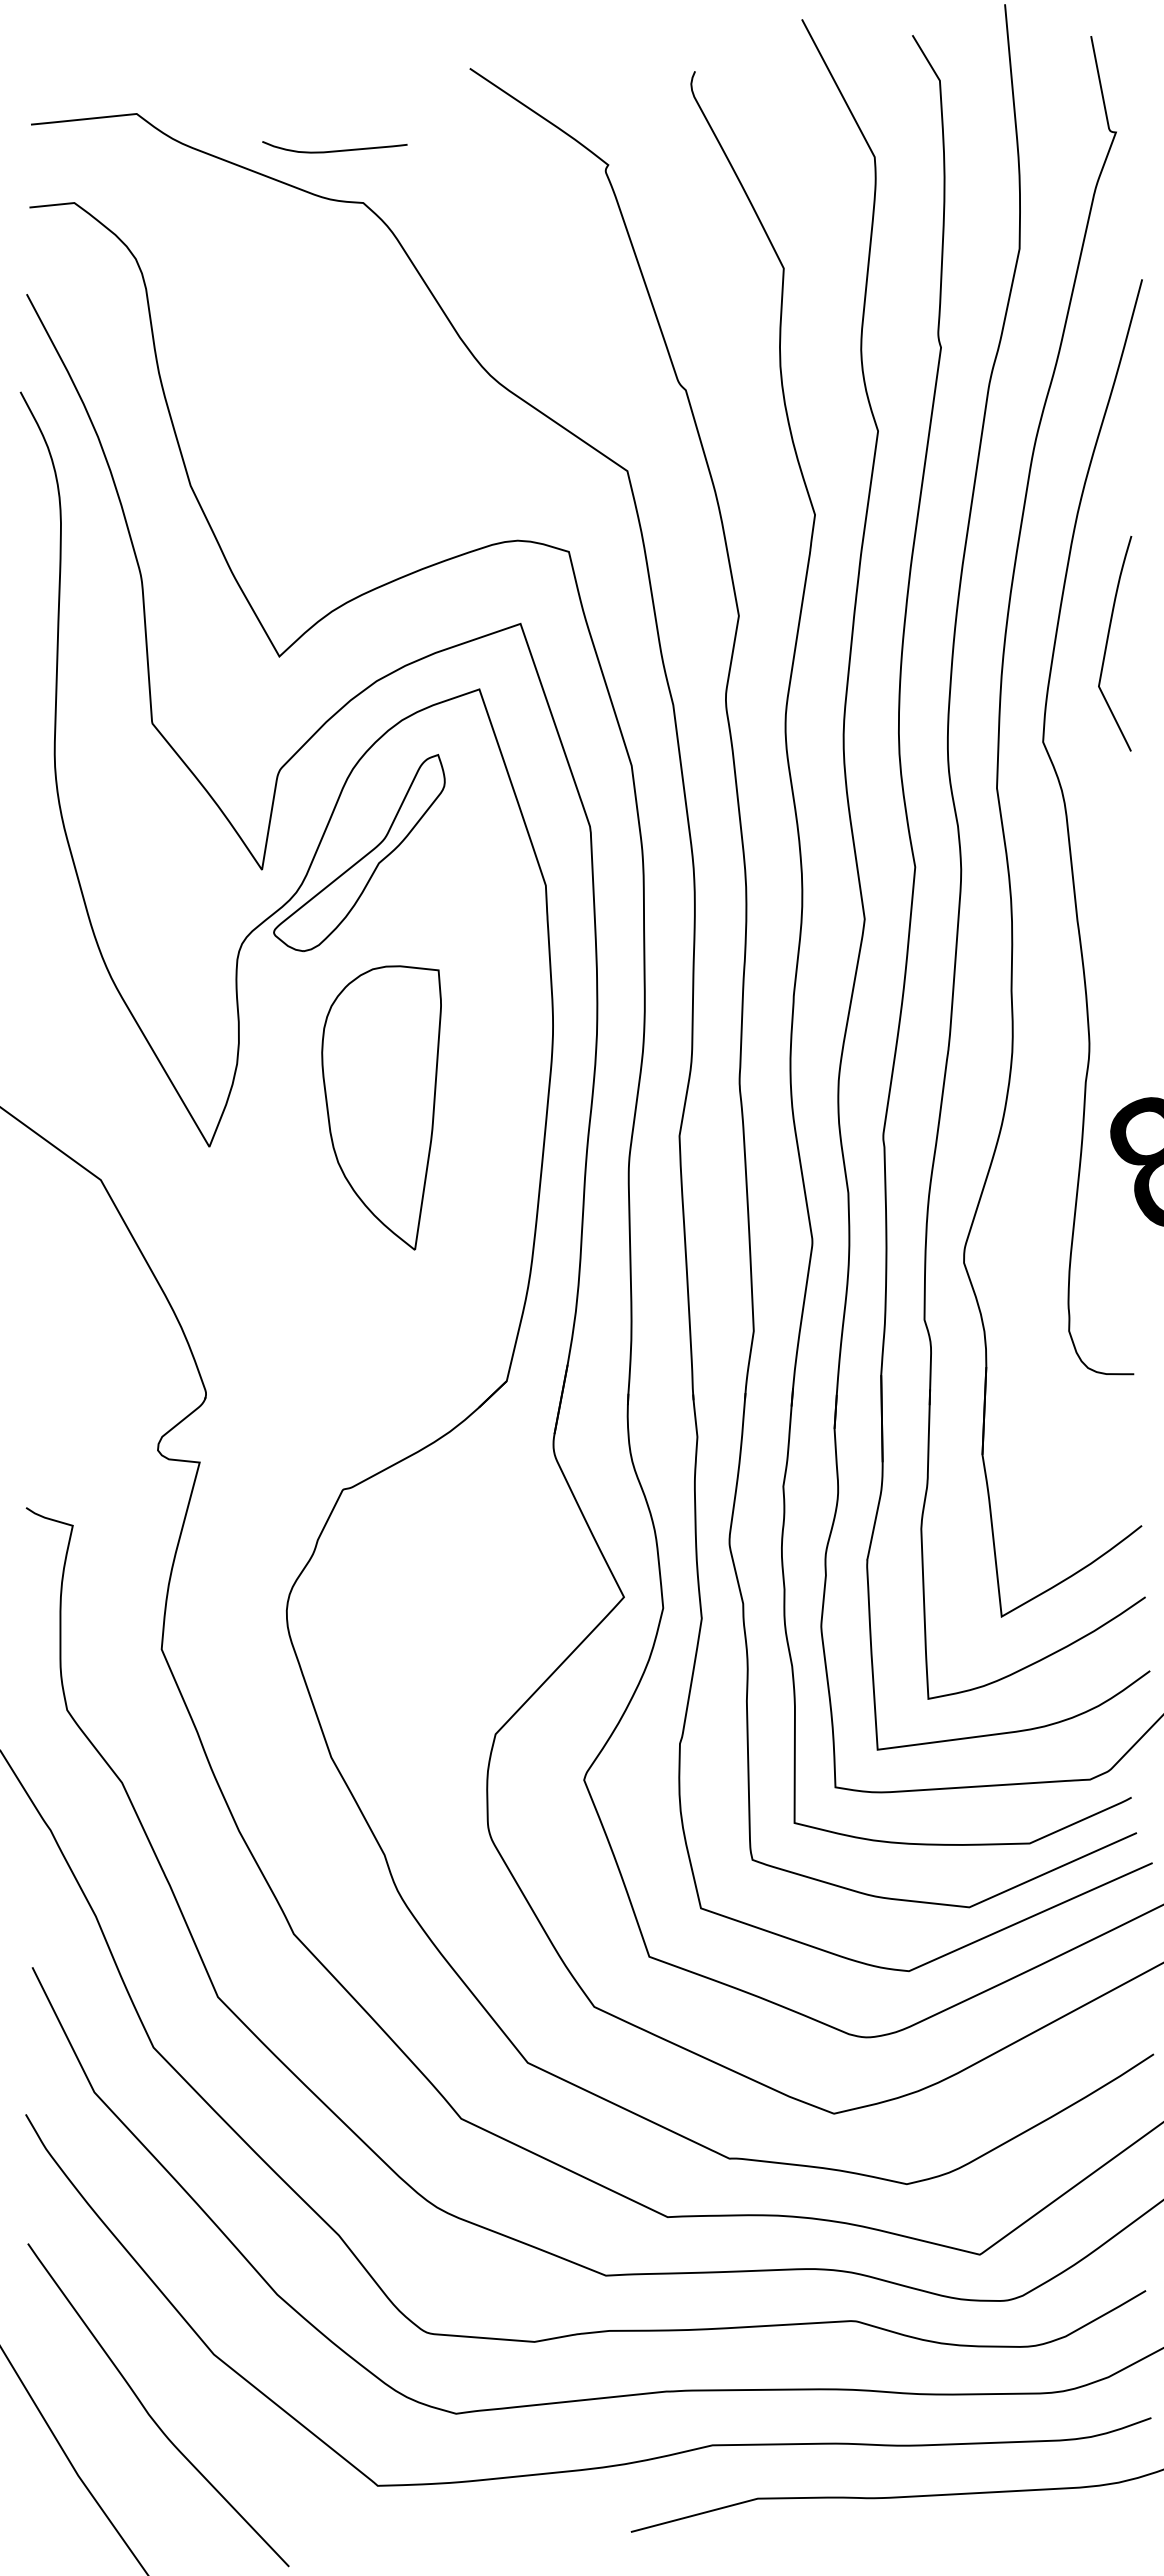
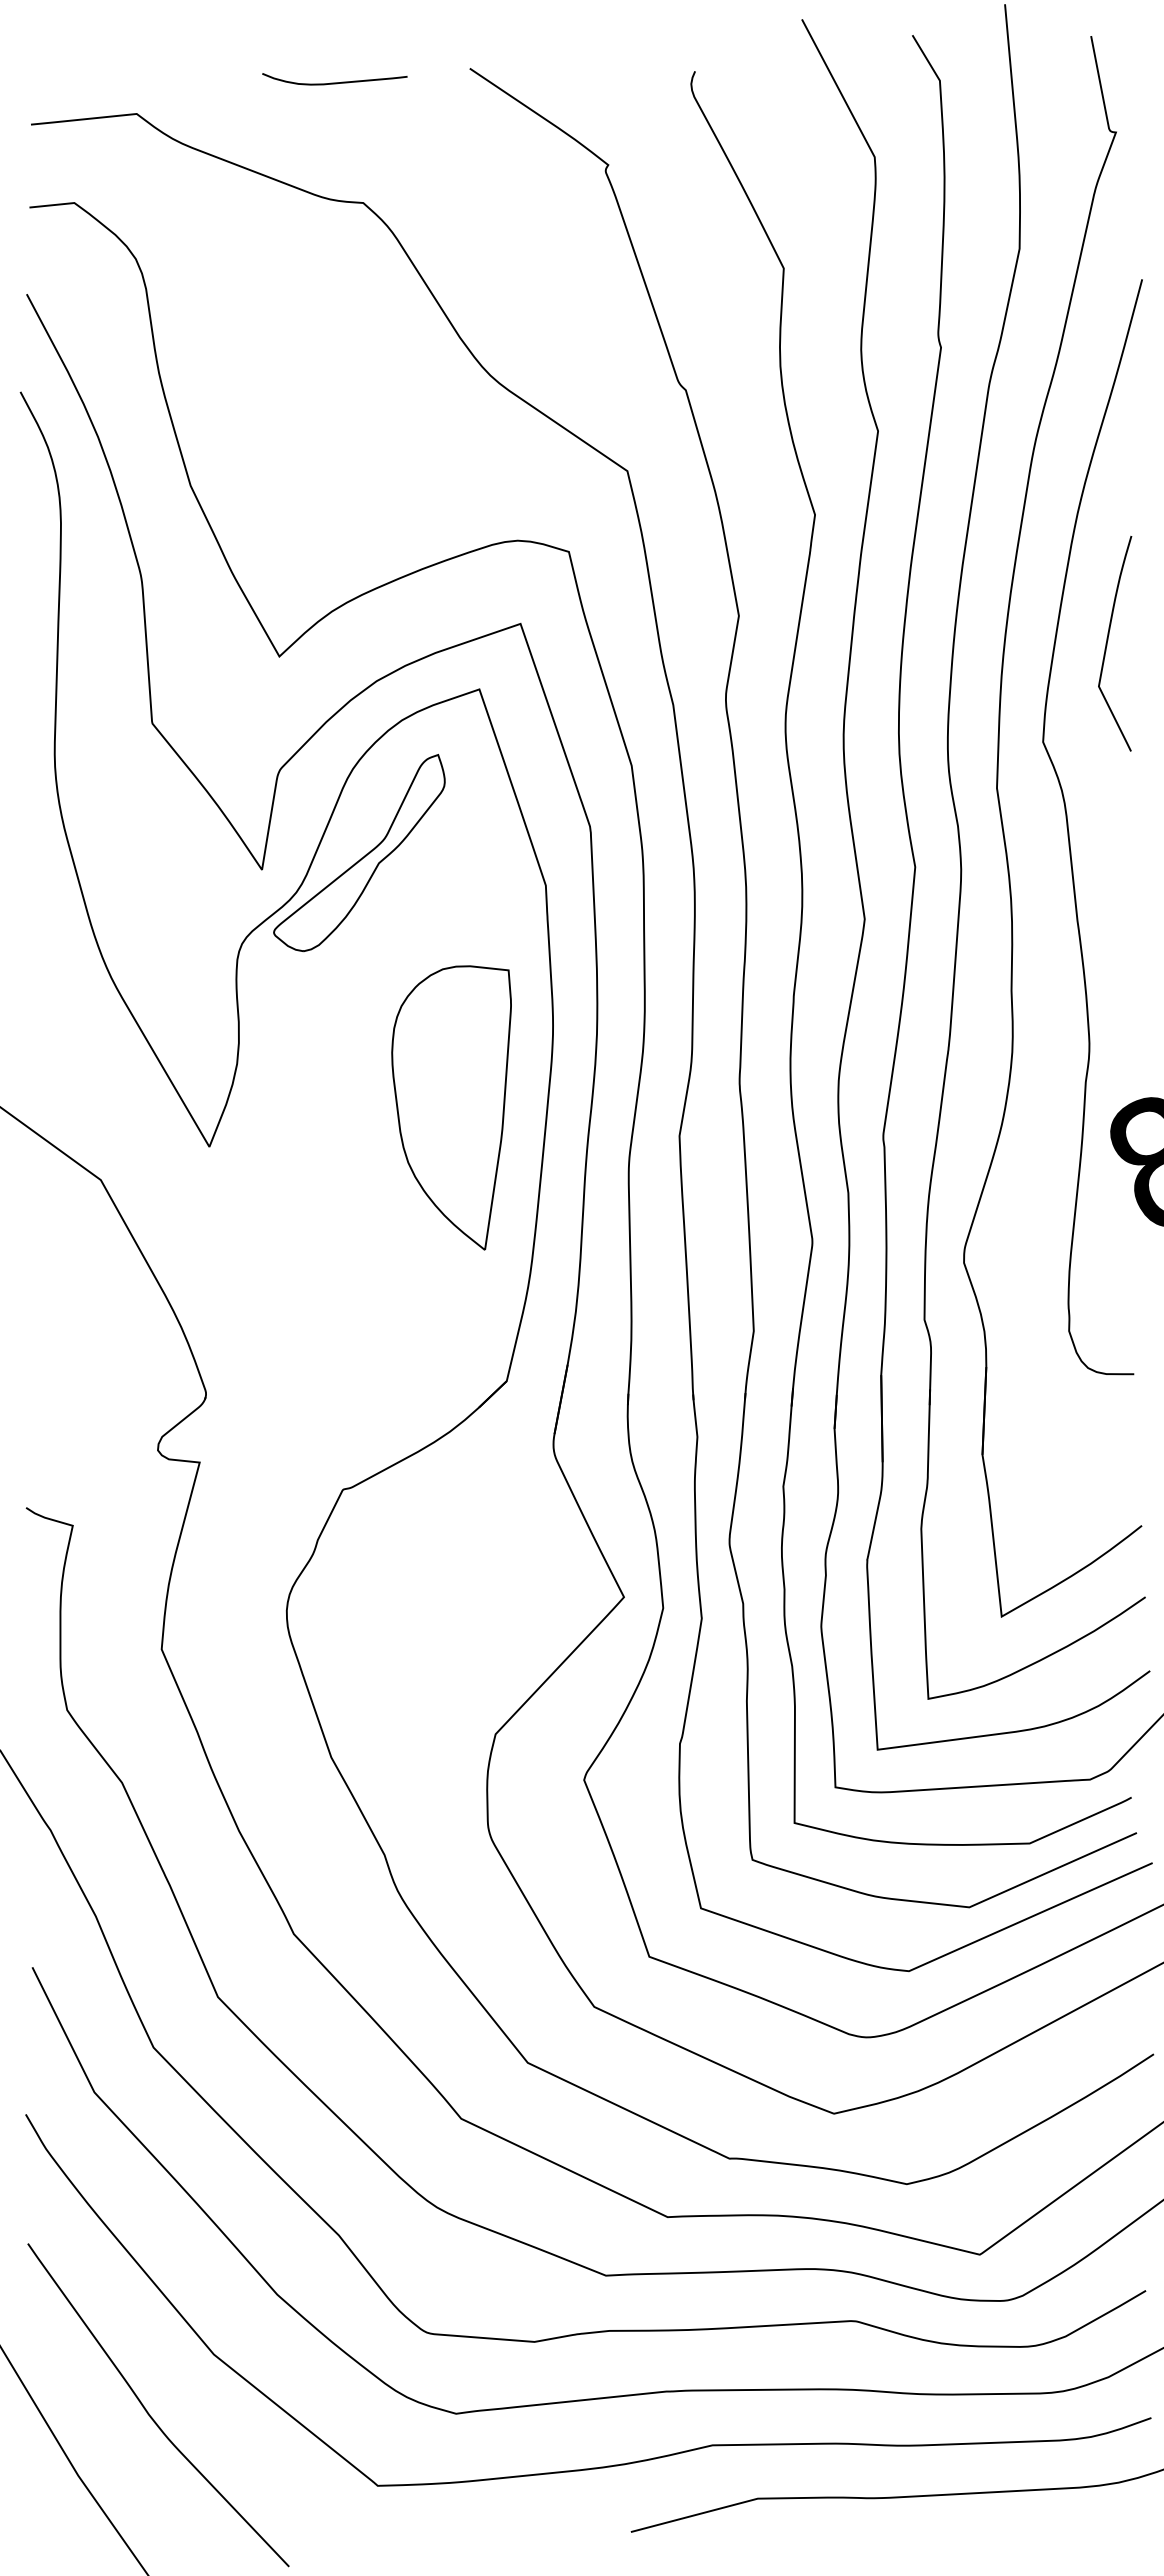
curve at (334, 150) position: (334, 150) -> (334, 82)
part at (381, 1107) position: (381, 1107) -> (451, 1107)
